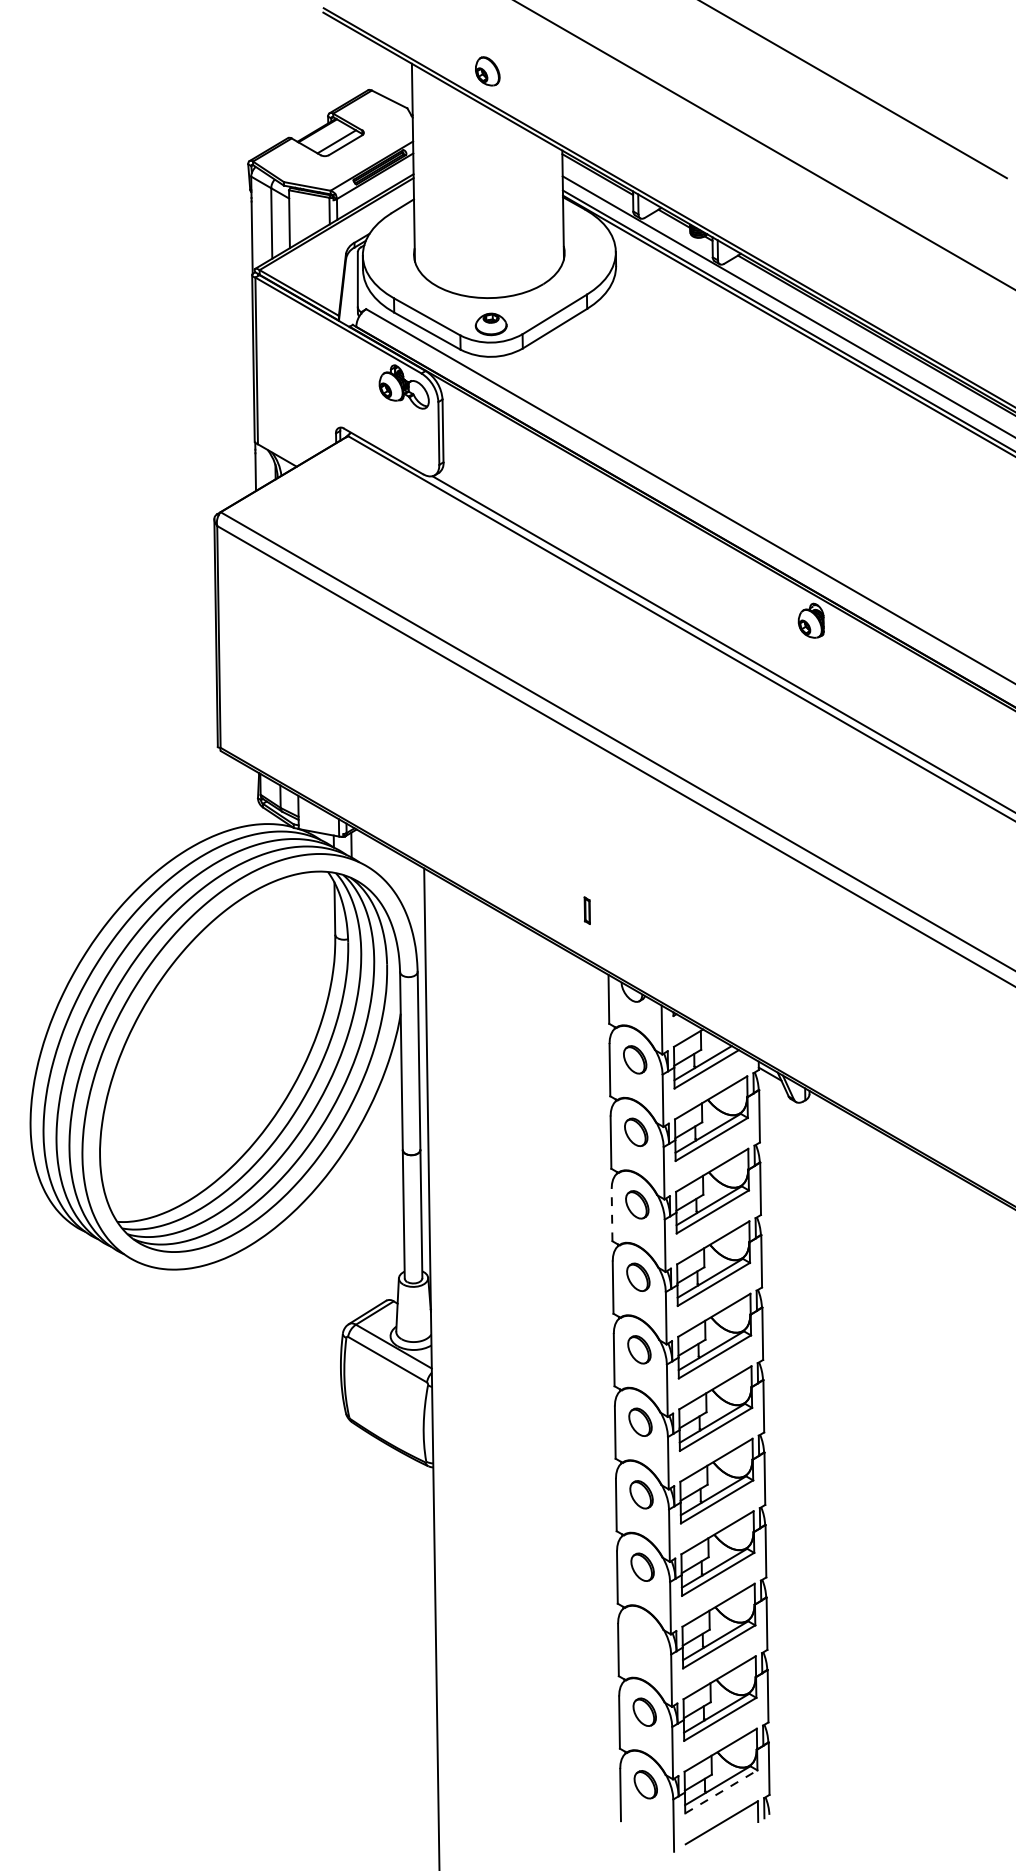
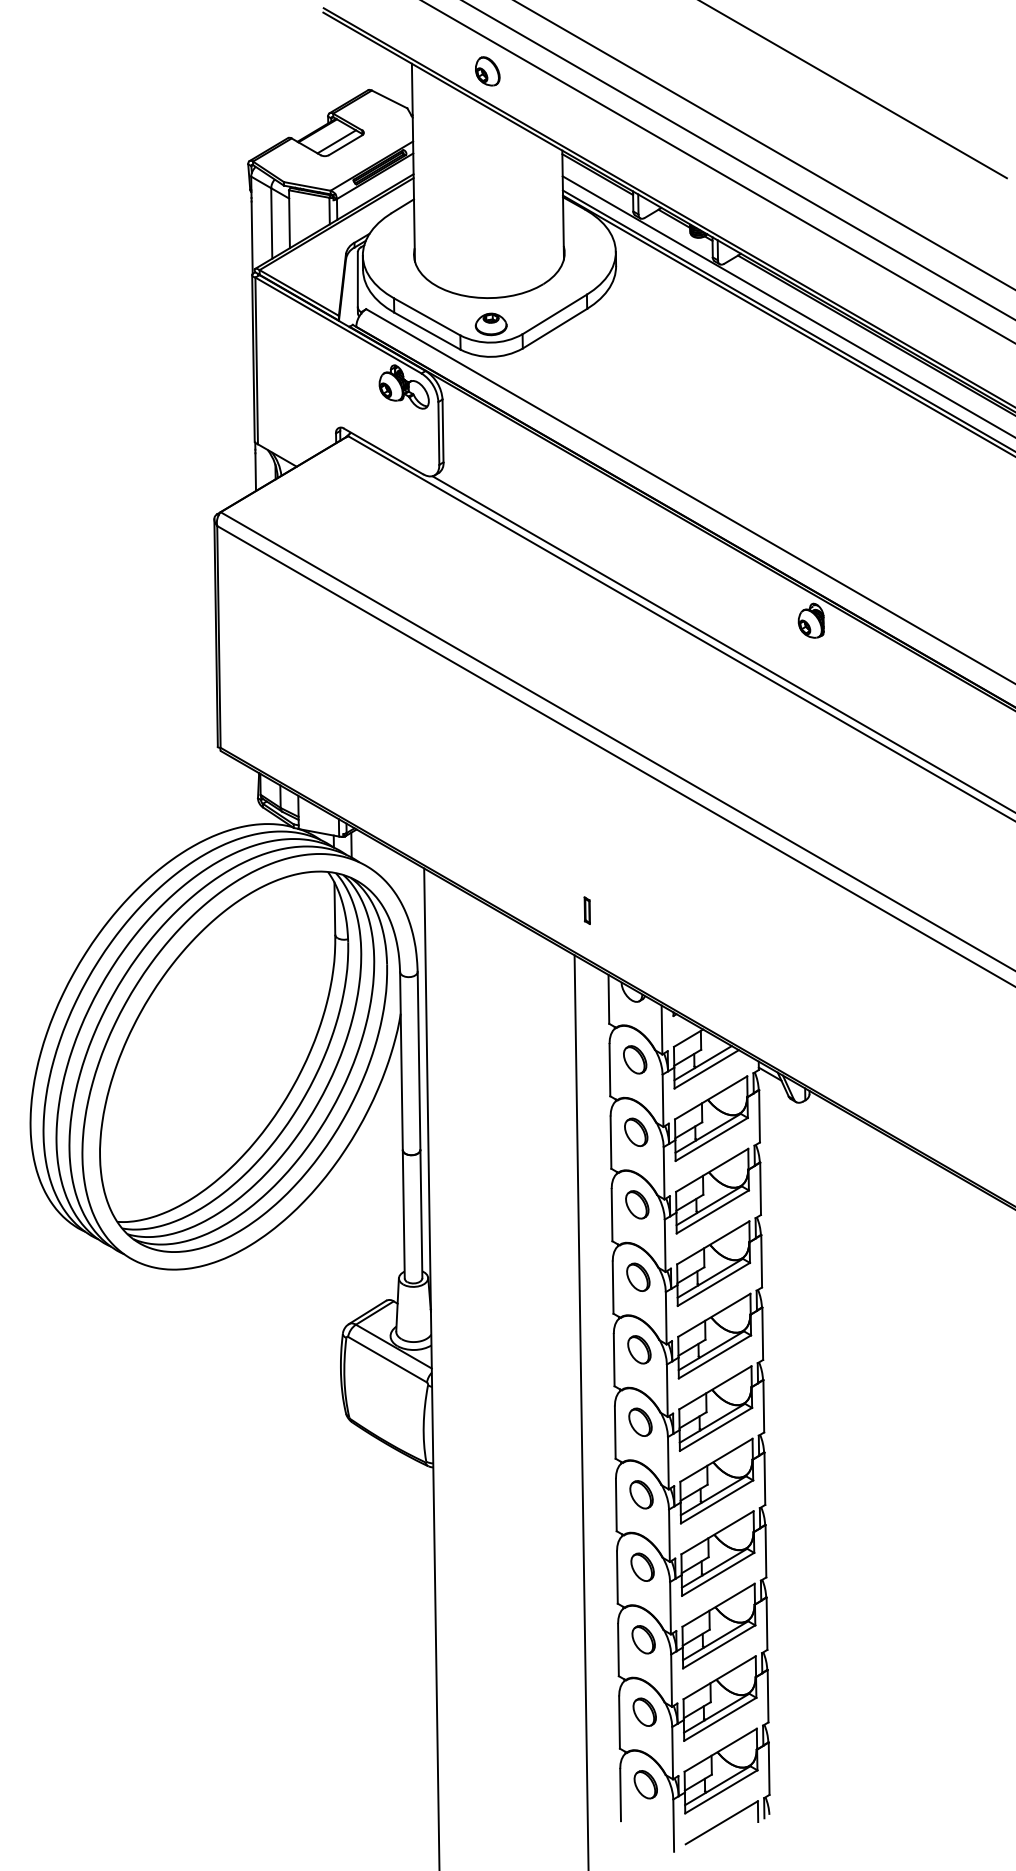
line at (738, 160): none -> present
line at (718, 171): none -> present
line at (612, 1214): dashed -> solid
line at (581, 1411): none -> present
part at (643, 1639): none -> present
line at (721, 1791): dashed -> solid
